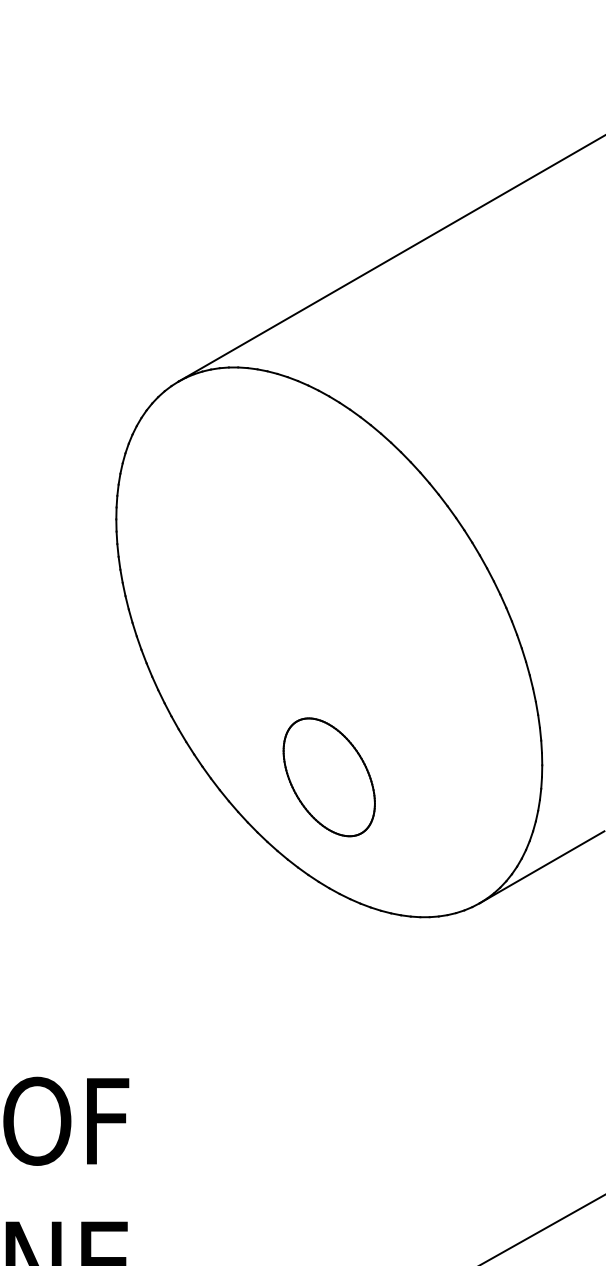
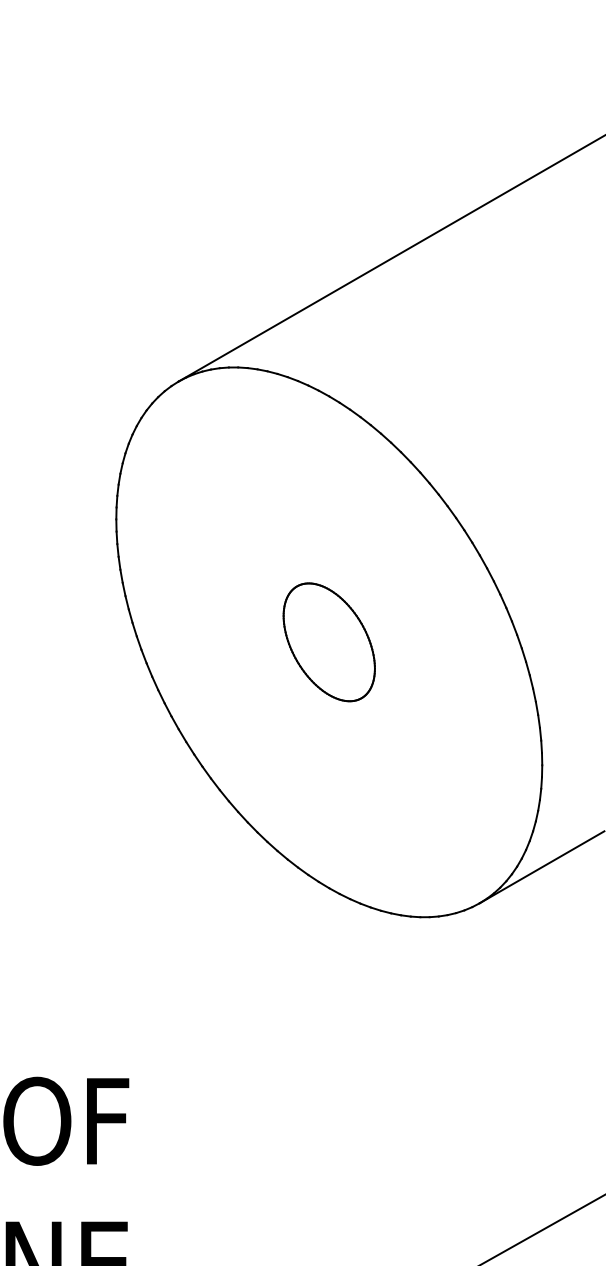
part at (328, 777) position: (328, 777) -> (328, 642)
